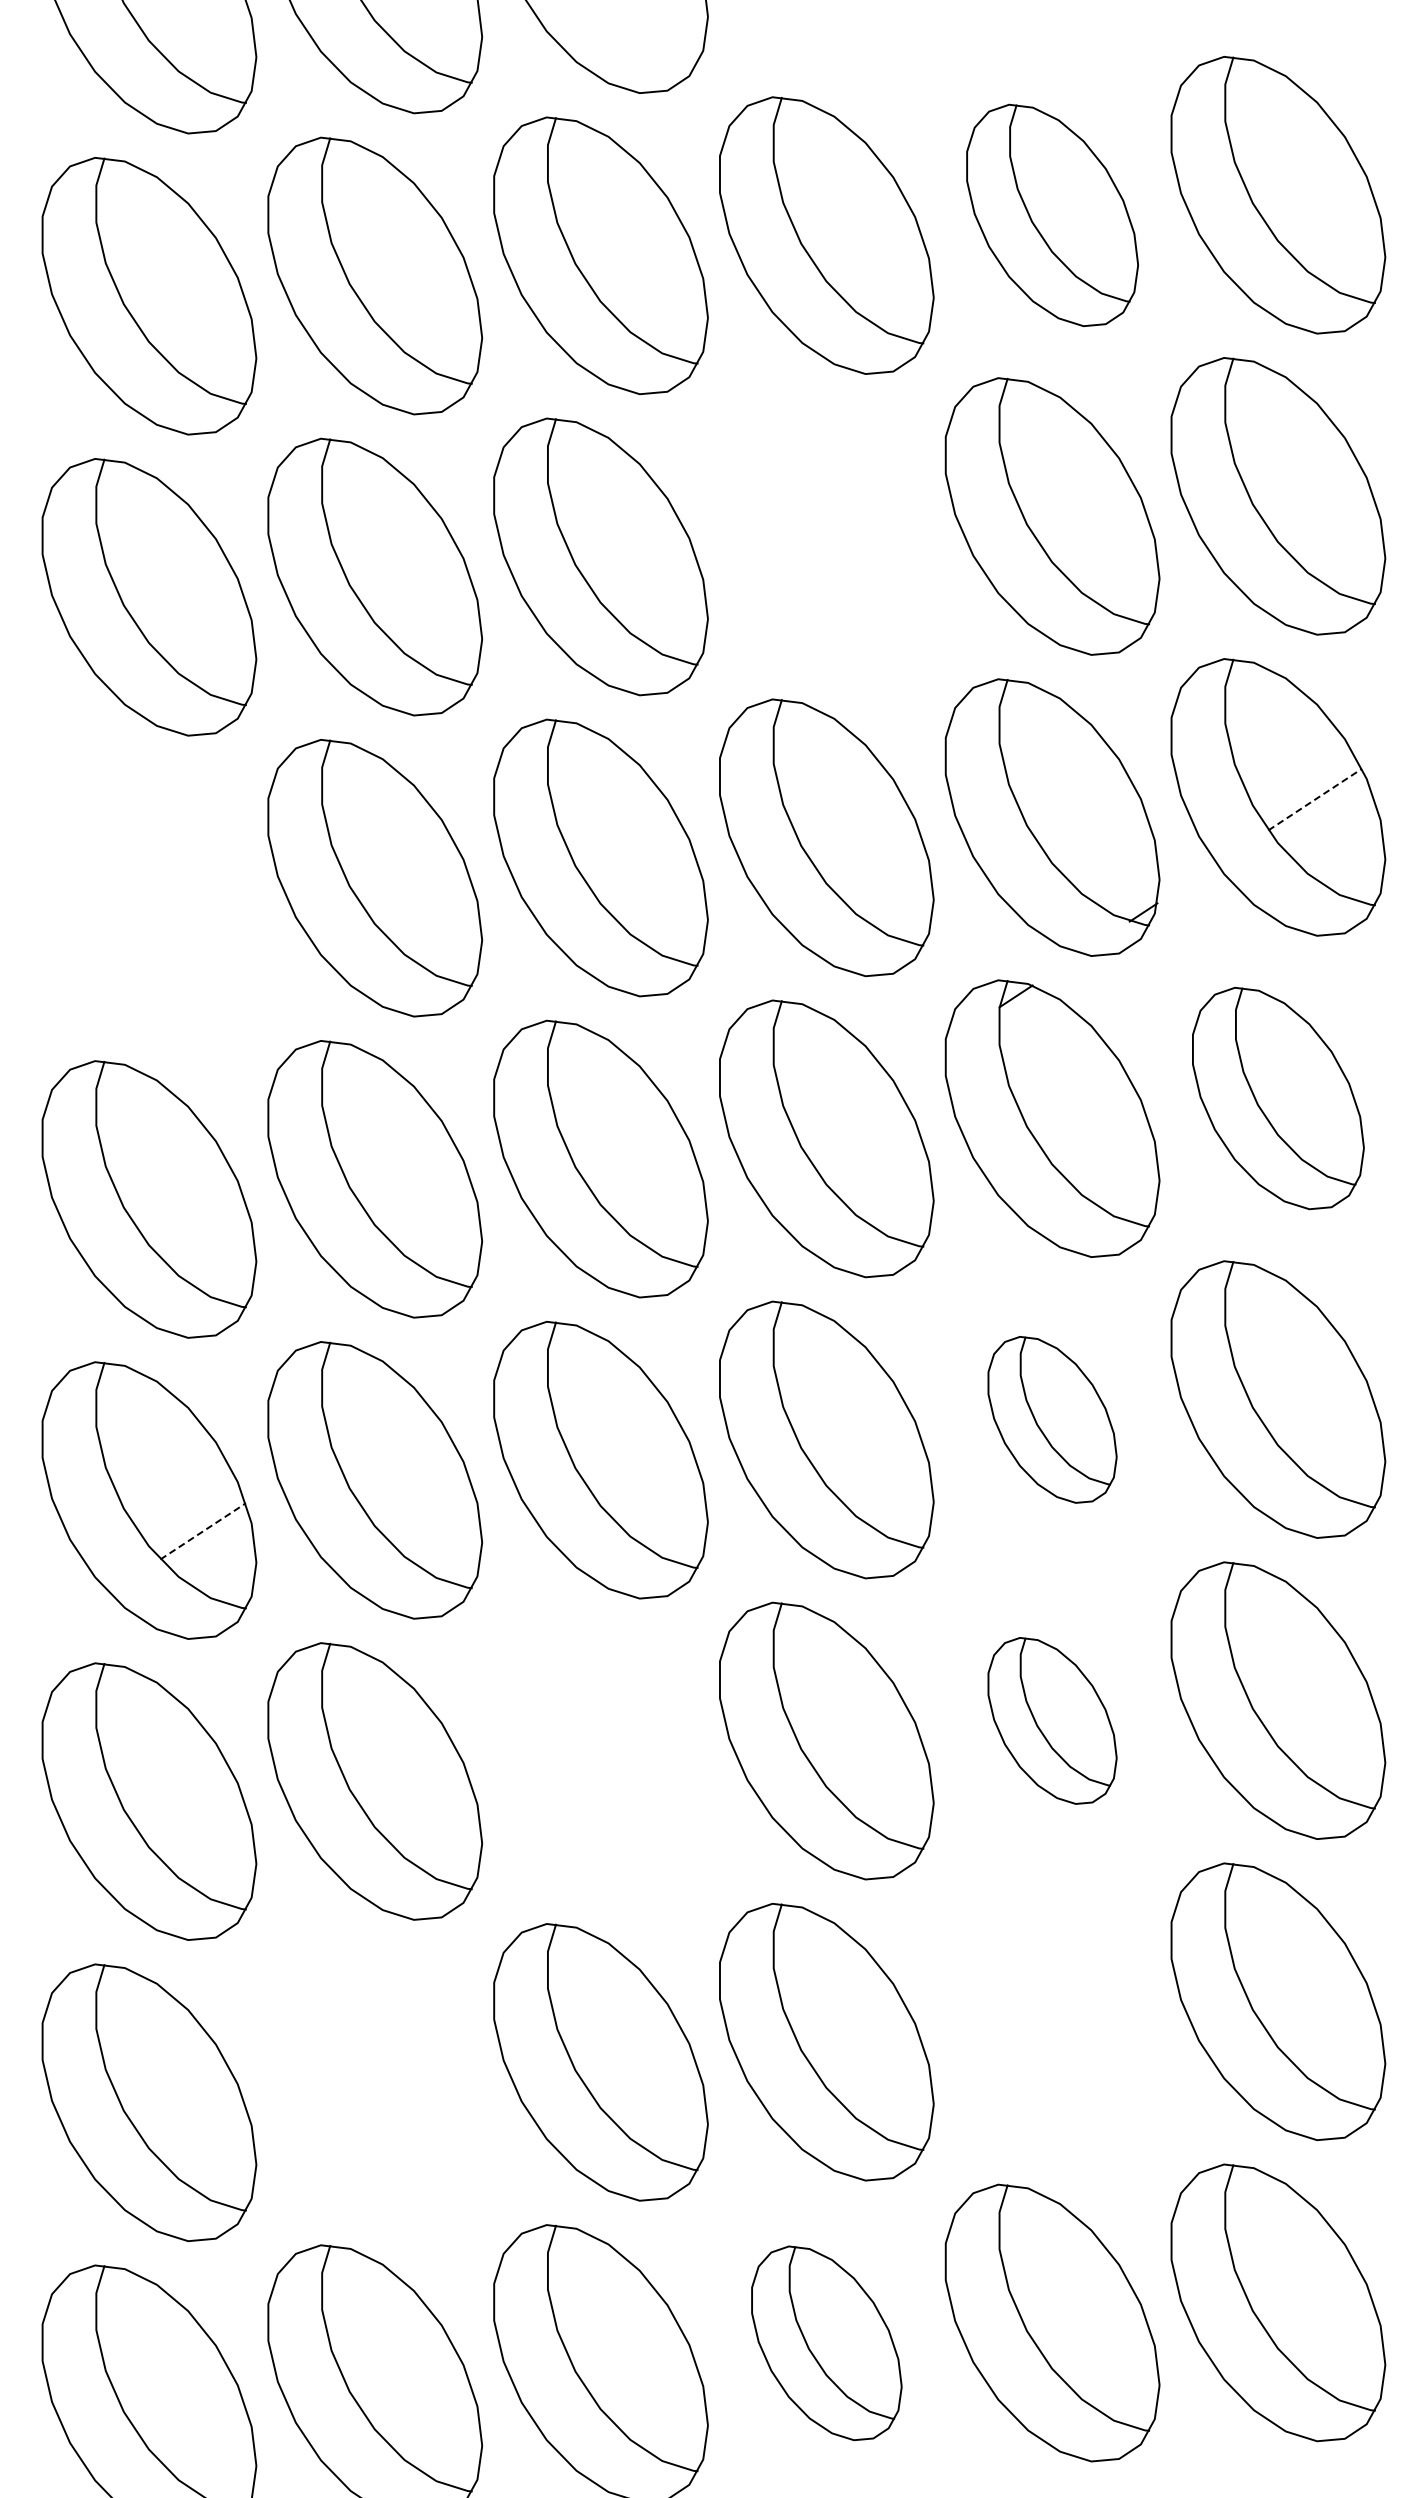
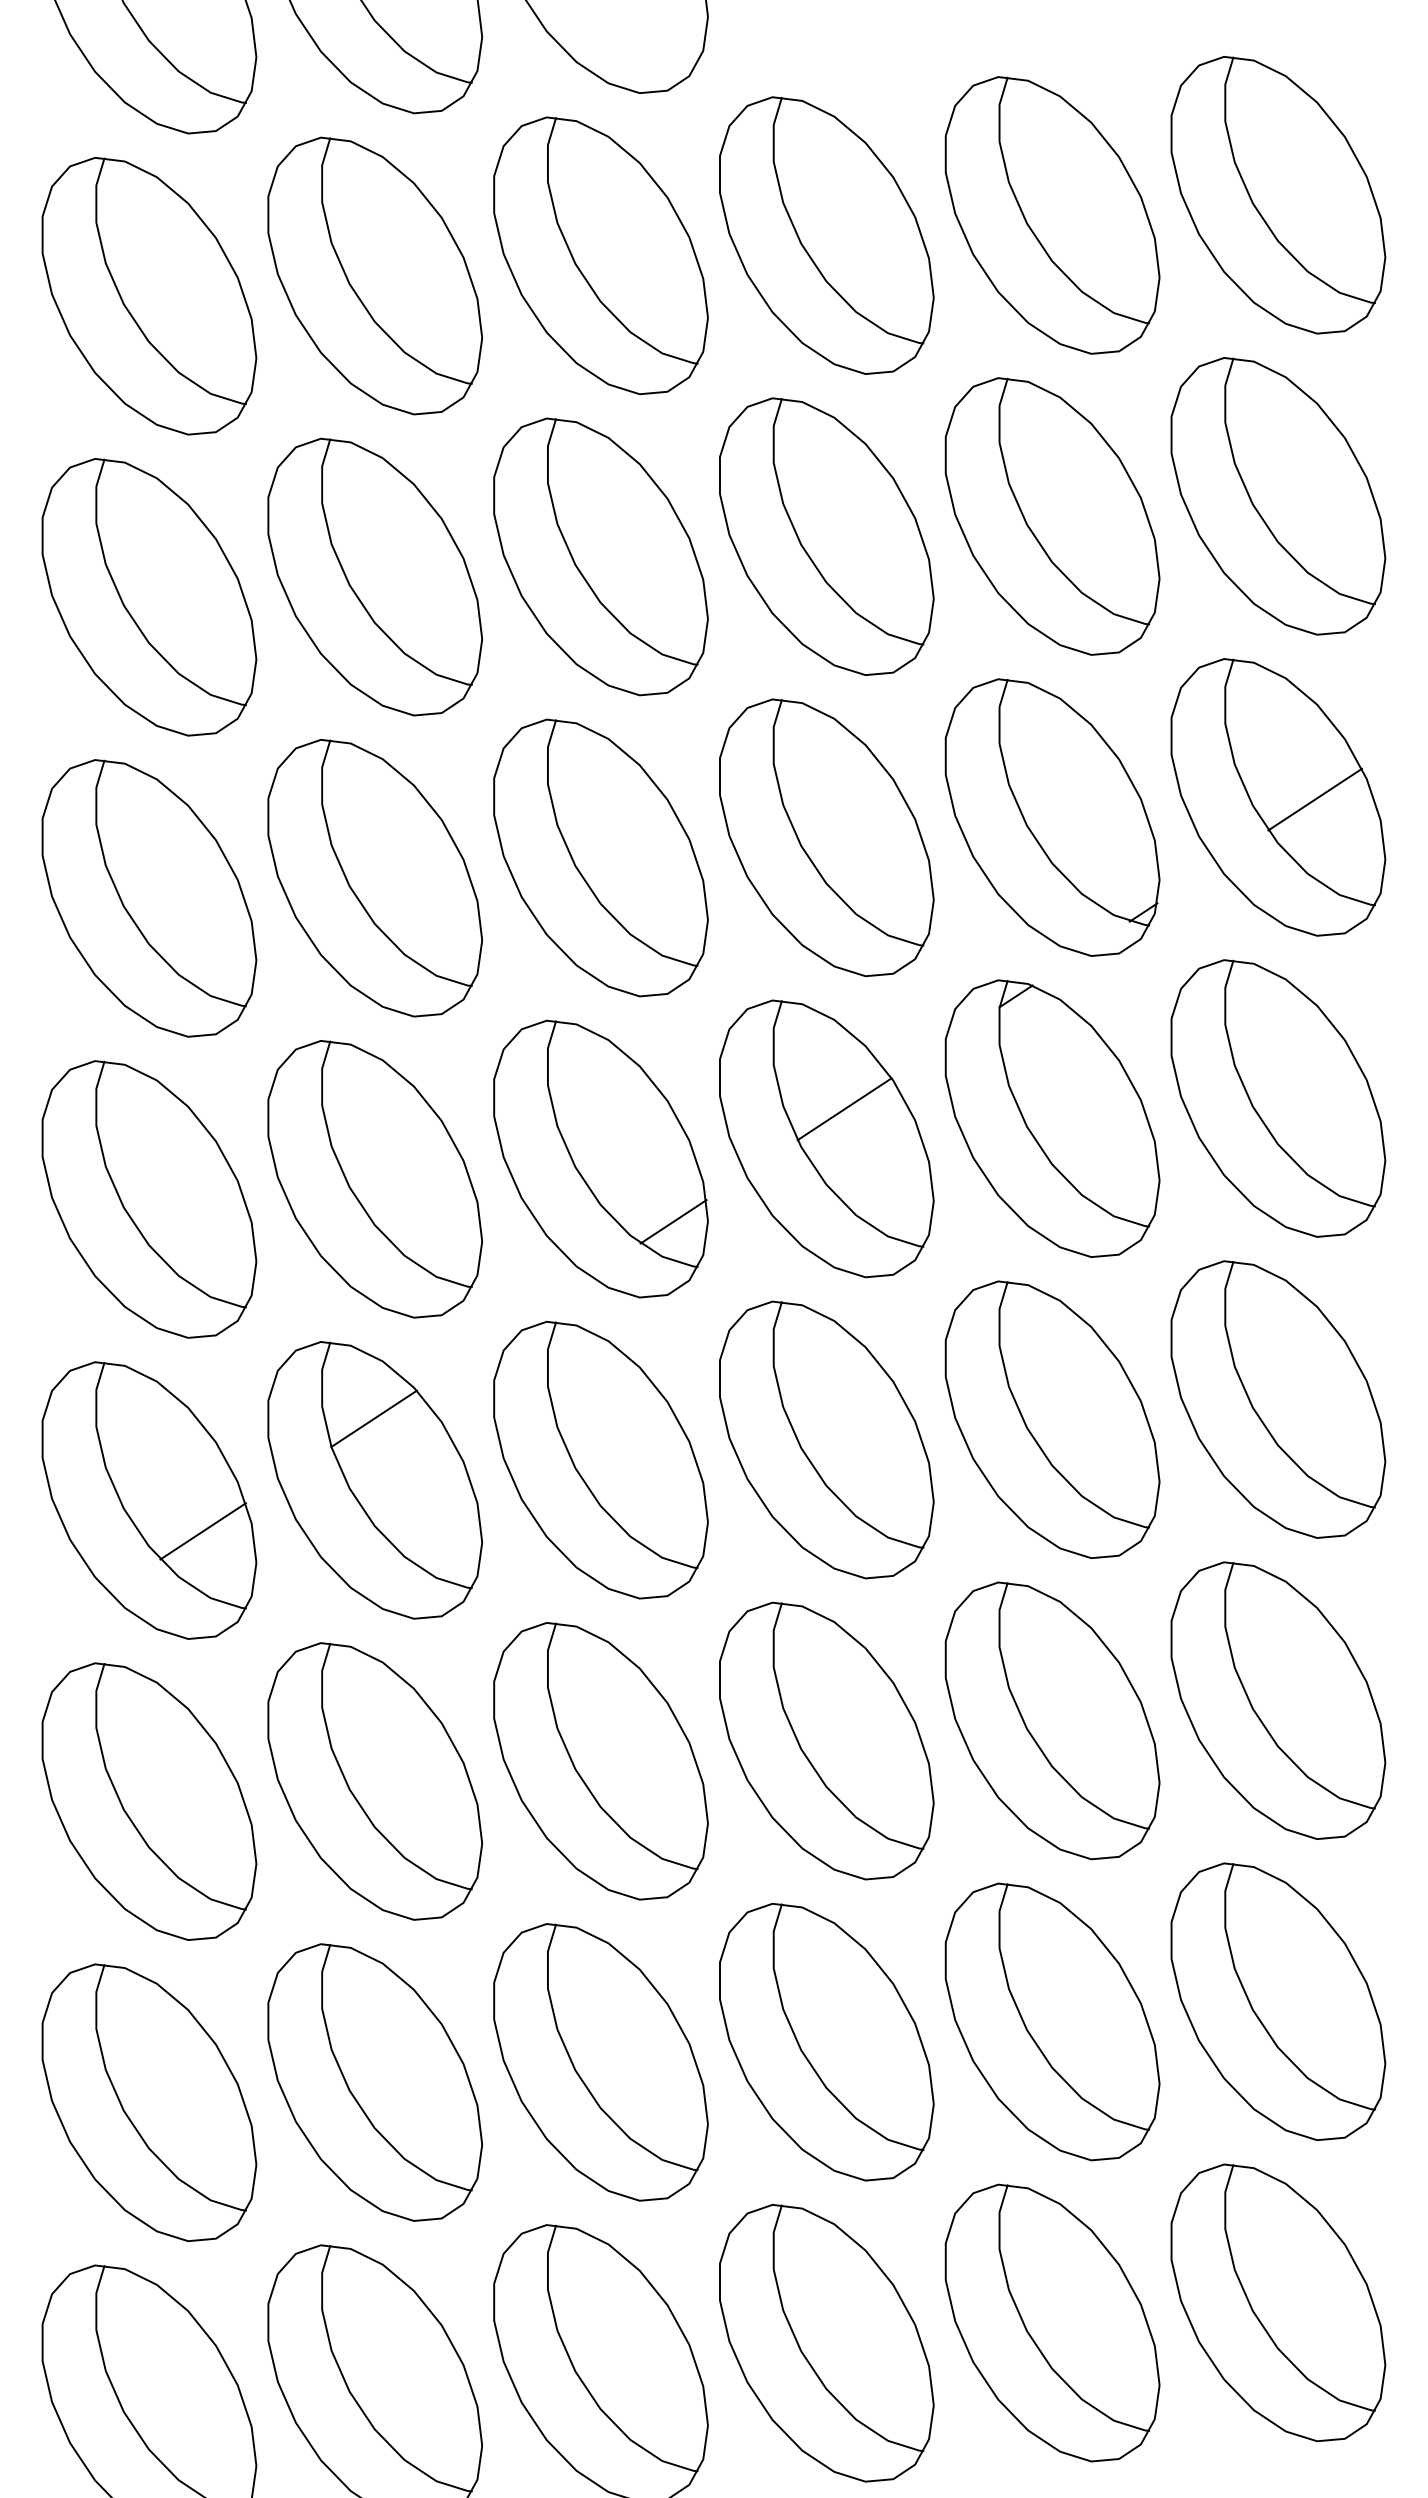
part at (1052, 214) size: 173x224 px -> 217x279 px
part at (826, 536): none -> present
line at (1315, 799): dashed -> solid
part at (149, 898): none -> present
part at (1278, 1098) size: 173x224 px -> 217x279 px
line at (844, 1109): none -> present
line at (673, 1221): none -> present
line at (373, 1418): none -> present
part at (1052, 1419) size: 131x168 px -> 217x280 px
line at (203, 1531): dashed -> solid
part at (1052, 1720) size: 131x168 px -> 217x280 px
part at (600, 1761): none -> present
part at (1052, 2021): none -> present
part at (375, 2082): none -> present
part at (826, 2343) size: 152x197 px -> 216x279 px
